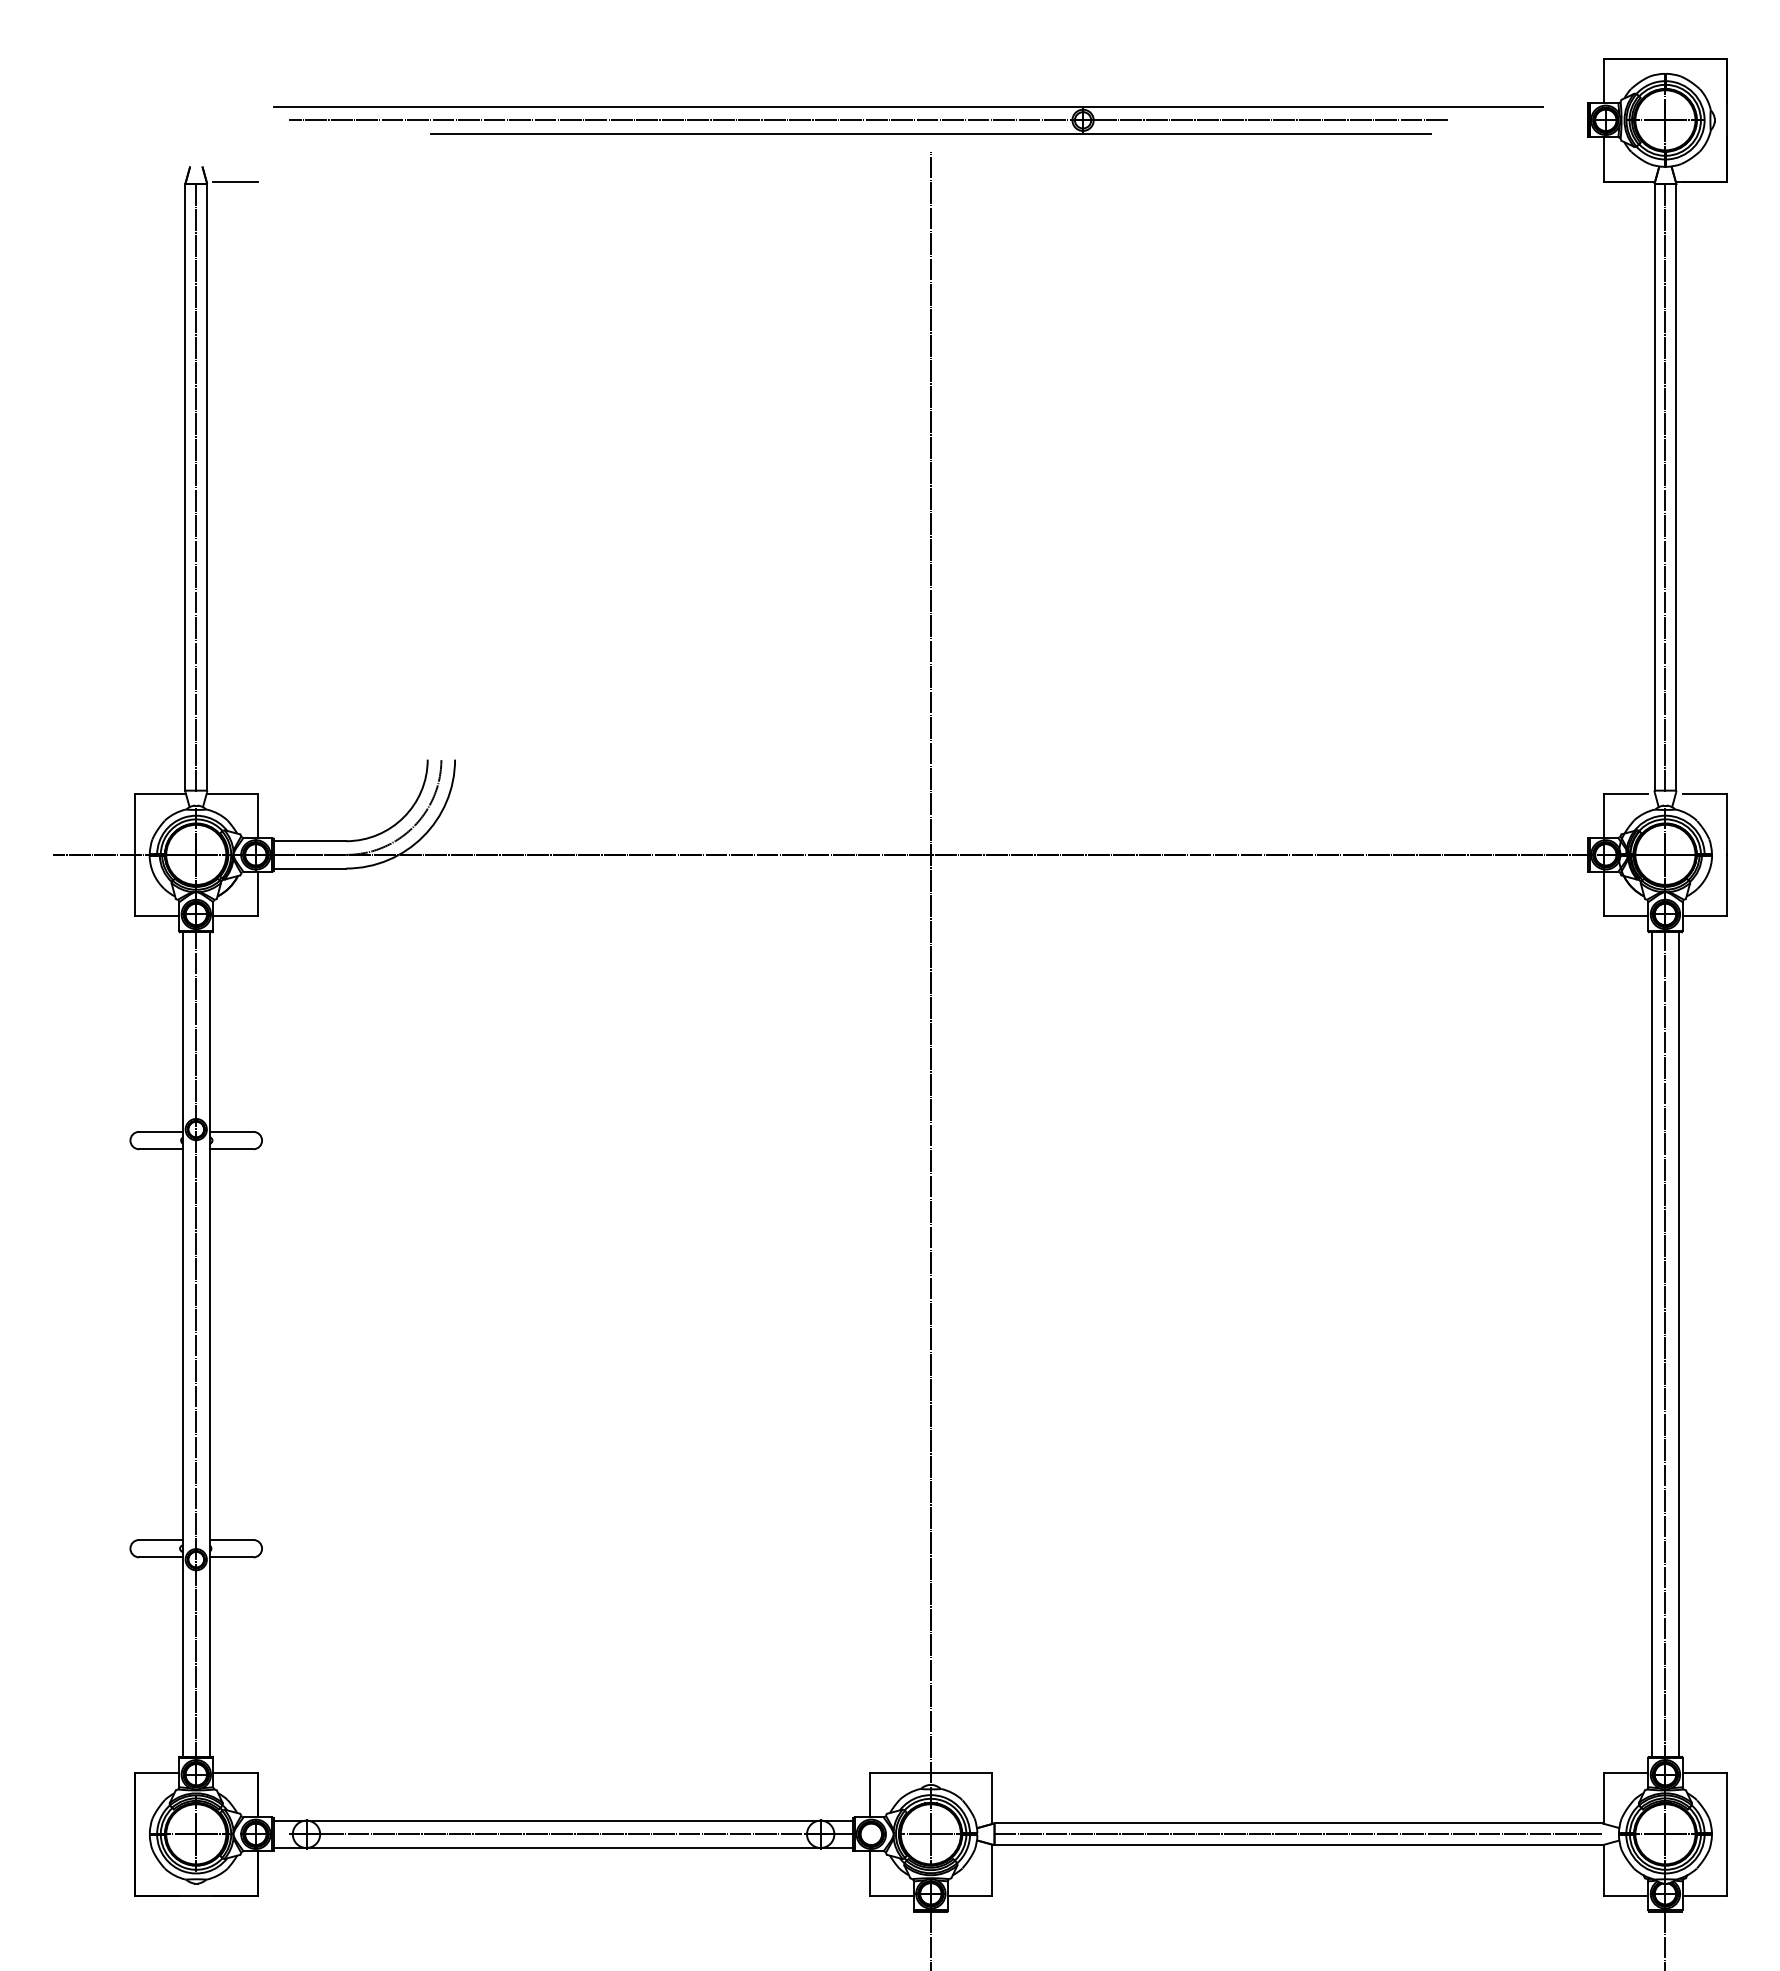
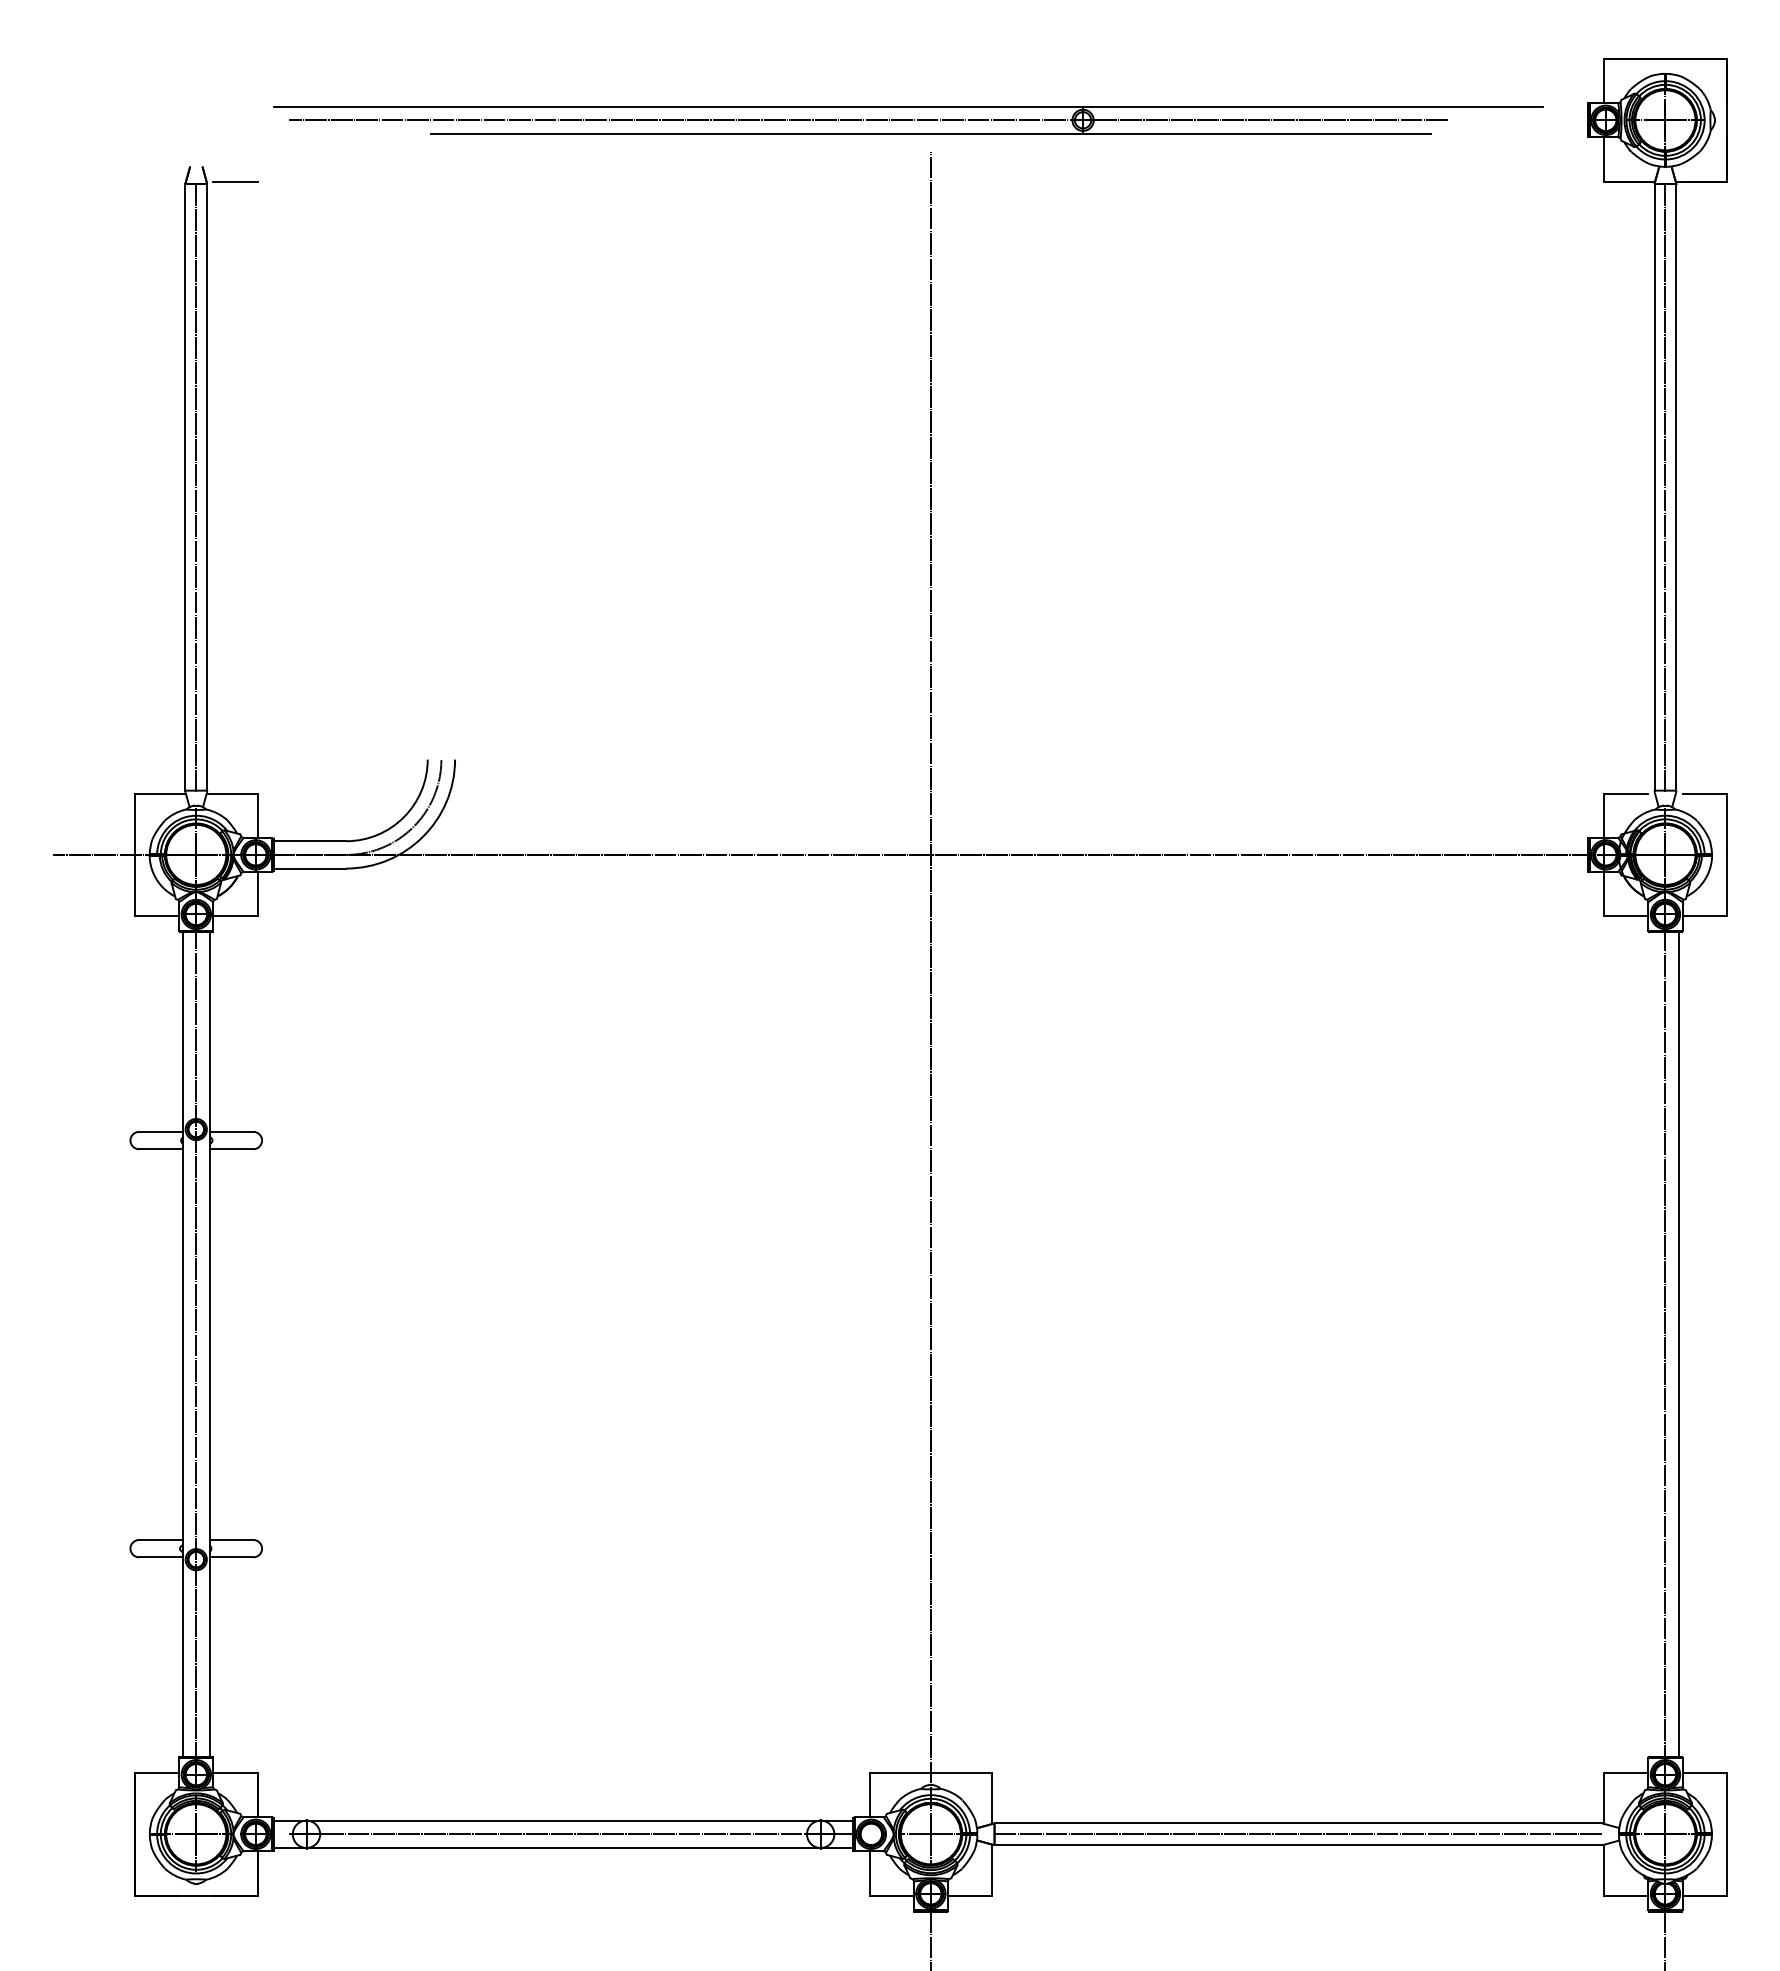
line at (1651, 1344): present -> none
